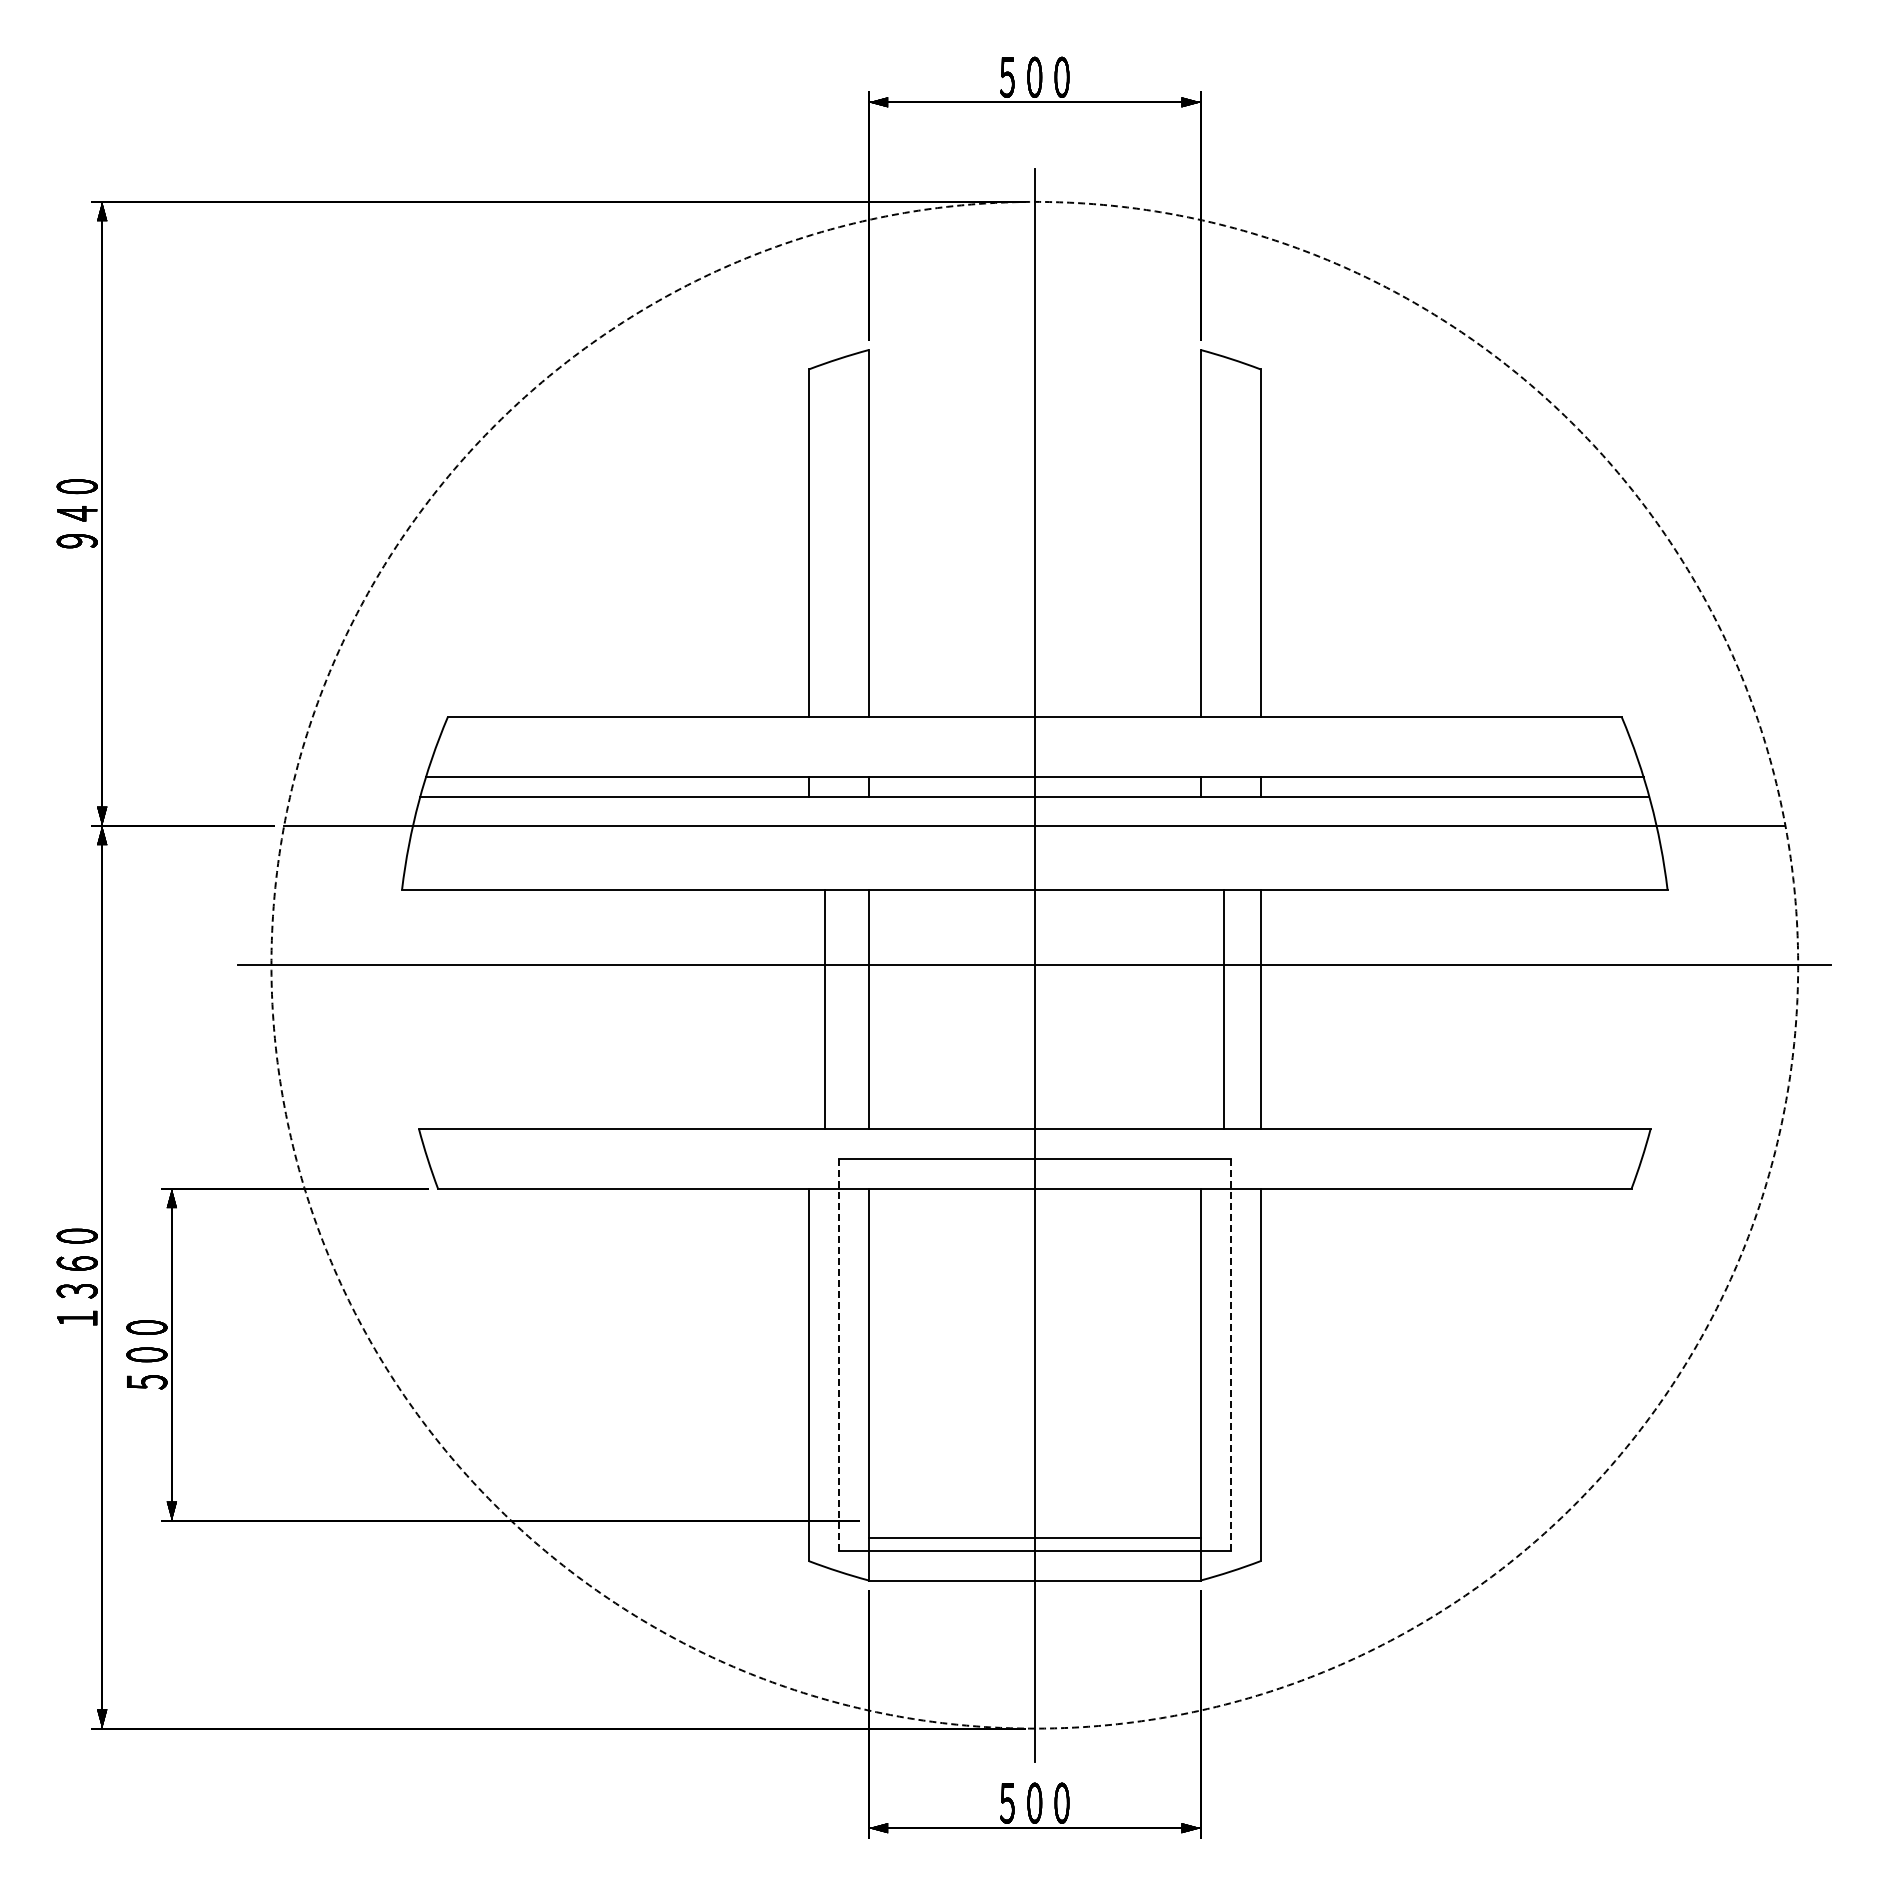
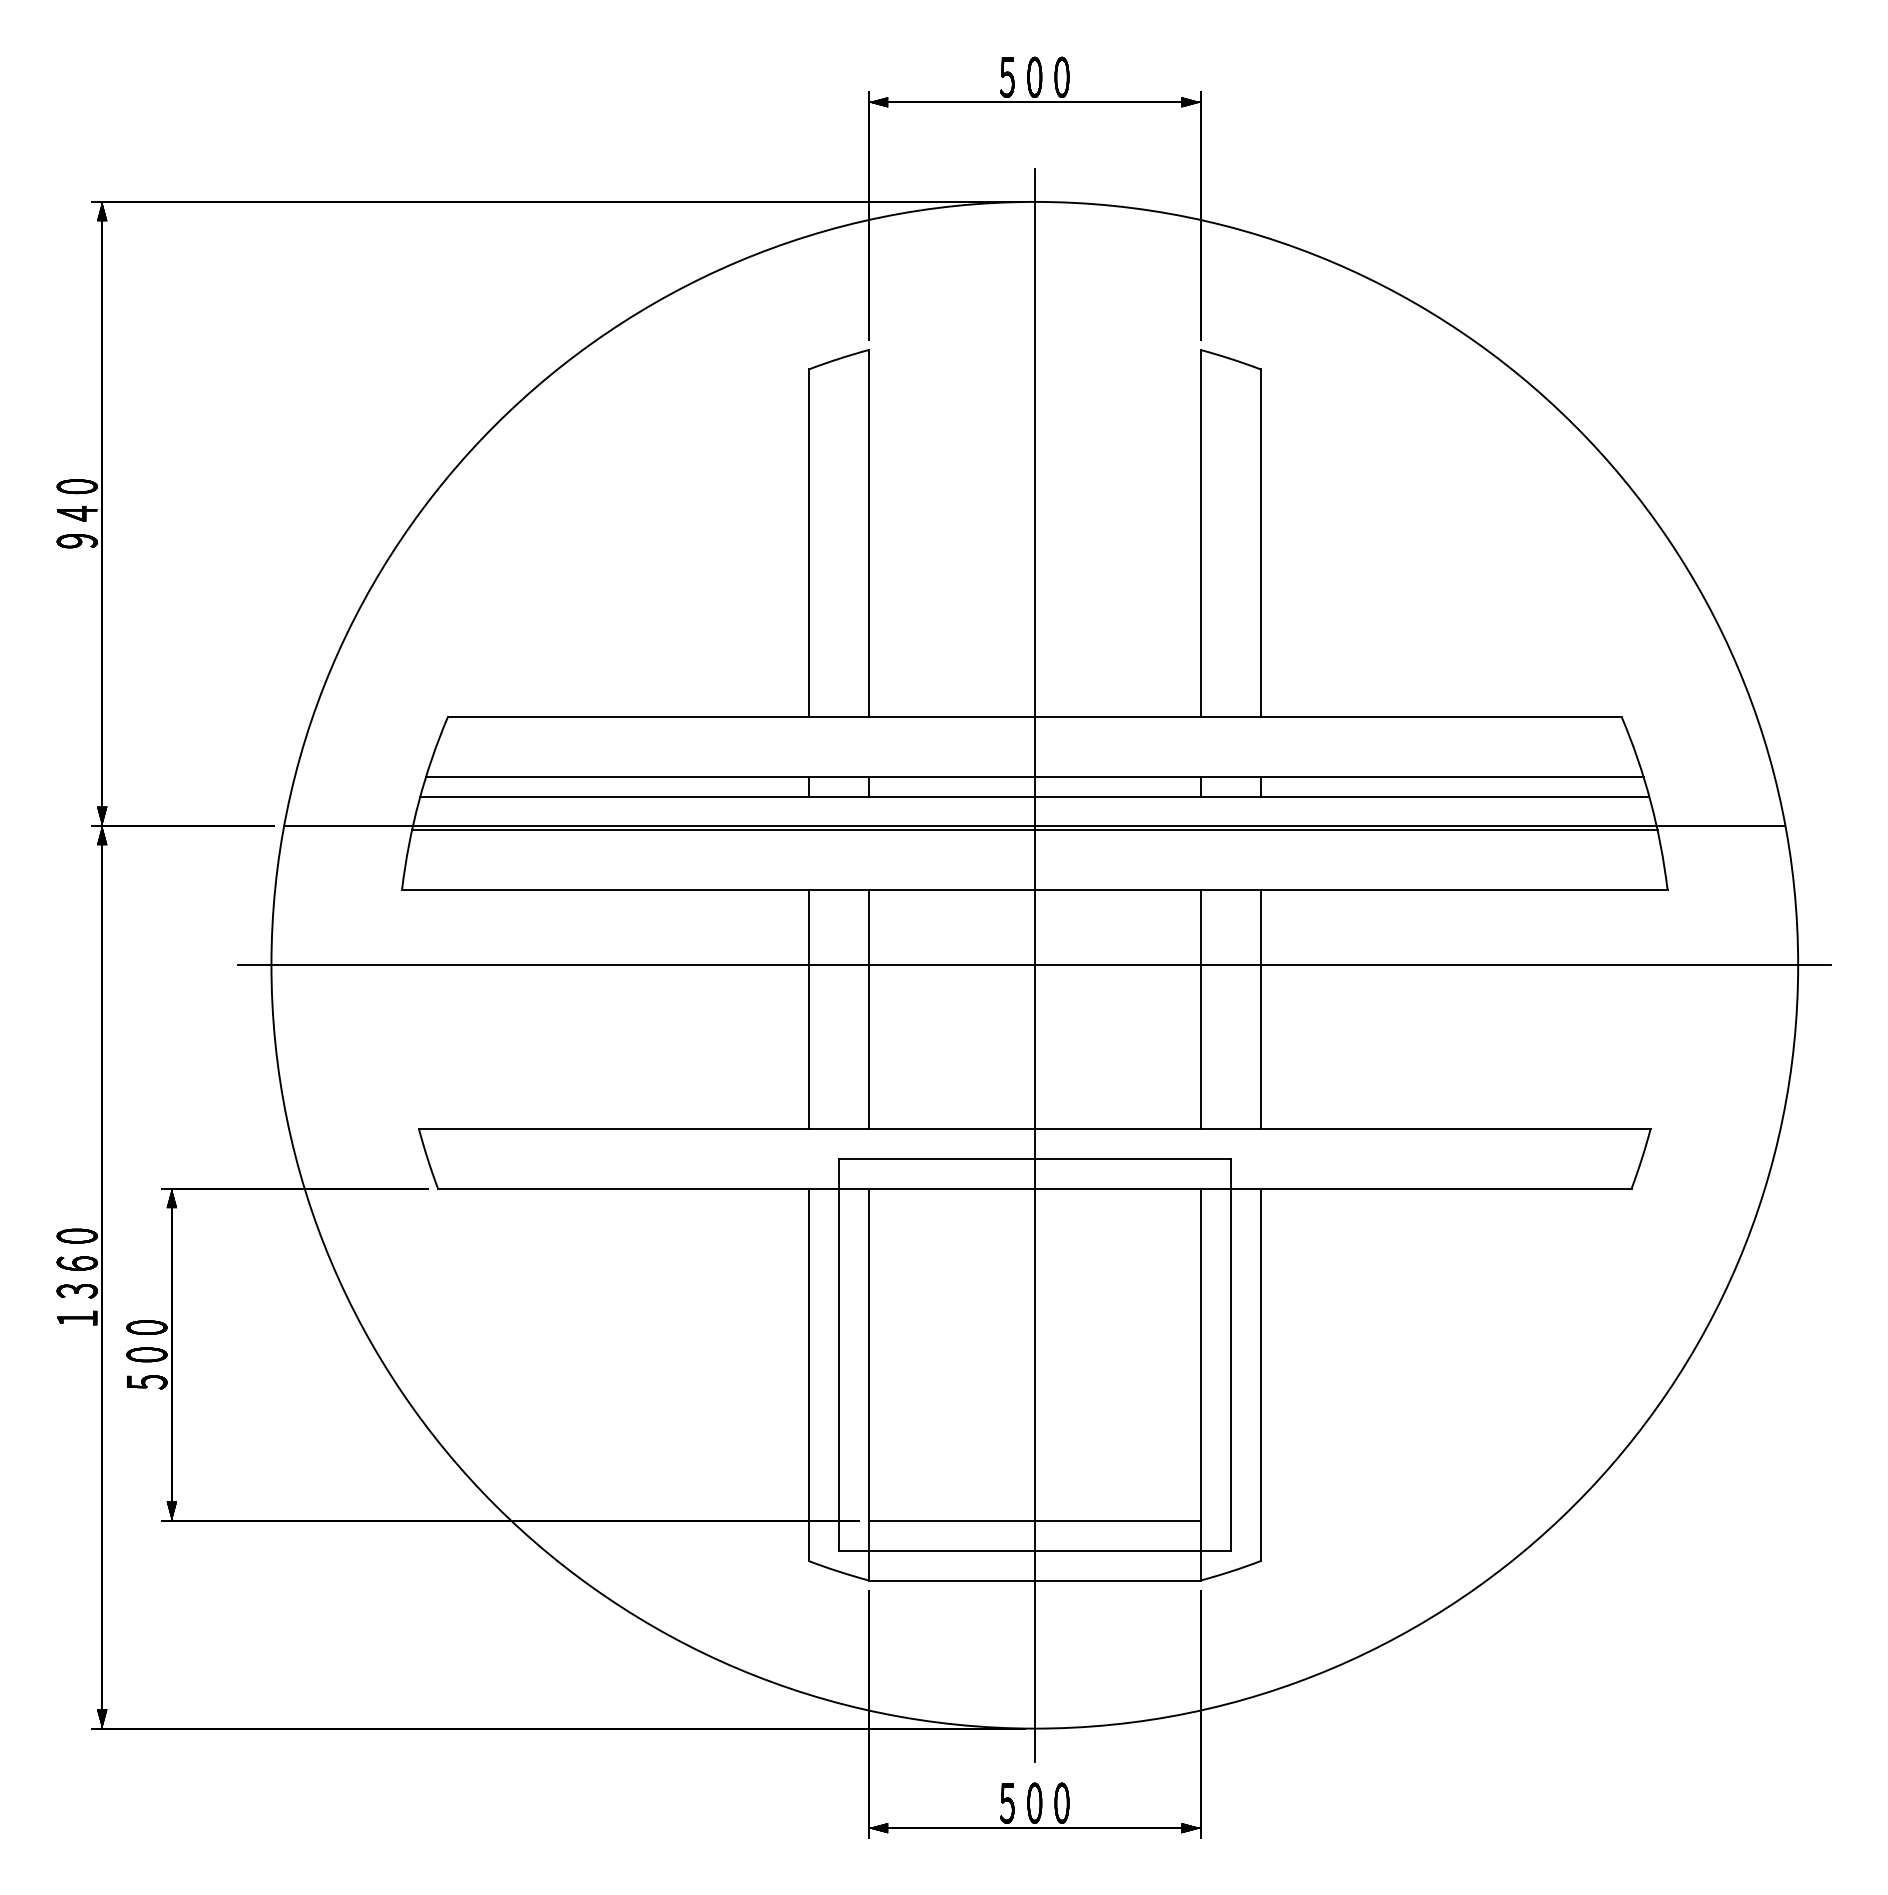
line at (1034, 829): none -> present
circle at (1034, 964): dashed -> solid
line at (825, 1009) position: (825, 1009) -> (809, 1009)
line at (1223, 1009) position: (1223, 1009) -> (1200, 1009)
line at (839, 1354): dashed -> solid
line at (1230, 1354): dashed -> solid
line at (1034, 1537) position: (1034, 1537) -> (1034, 1520)
